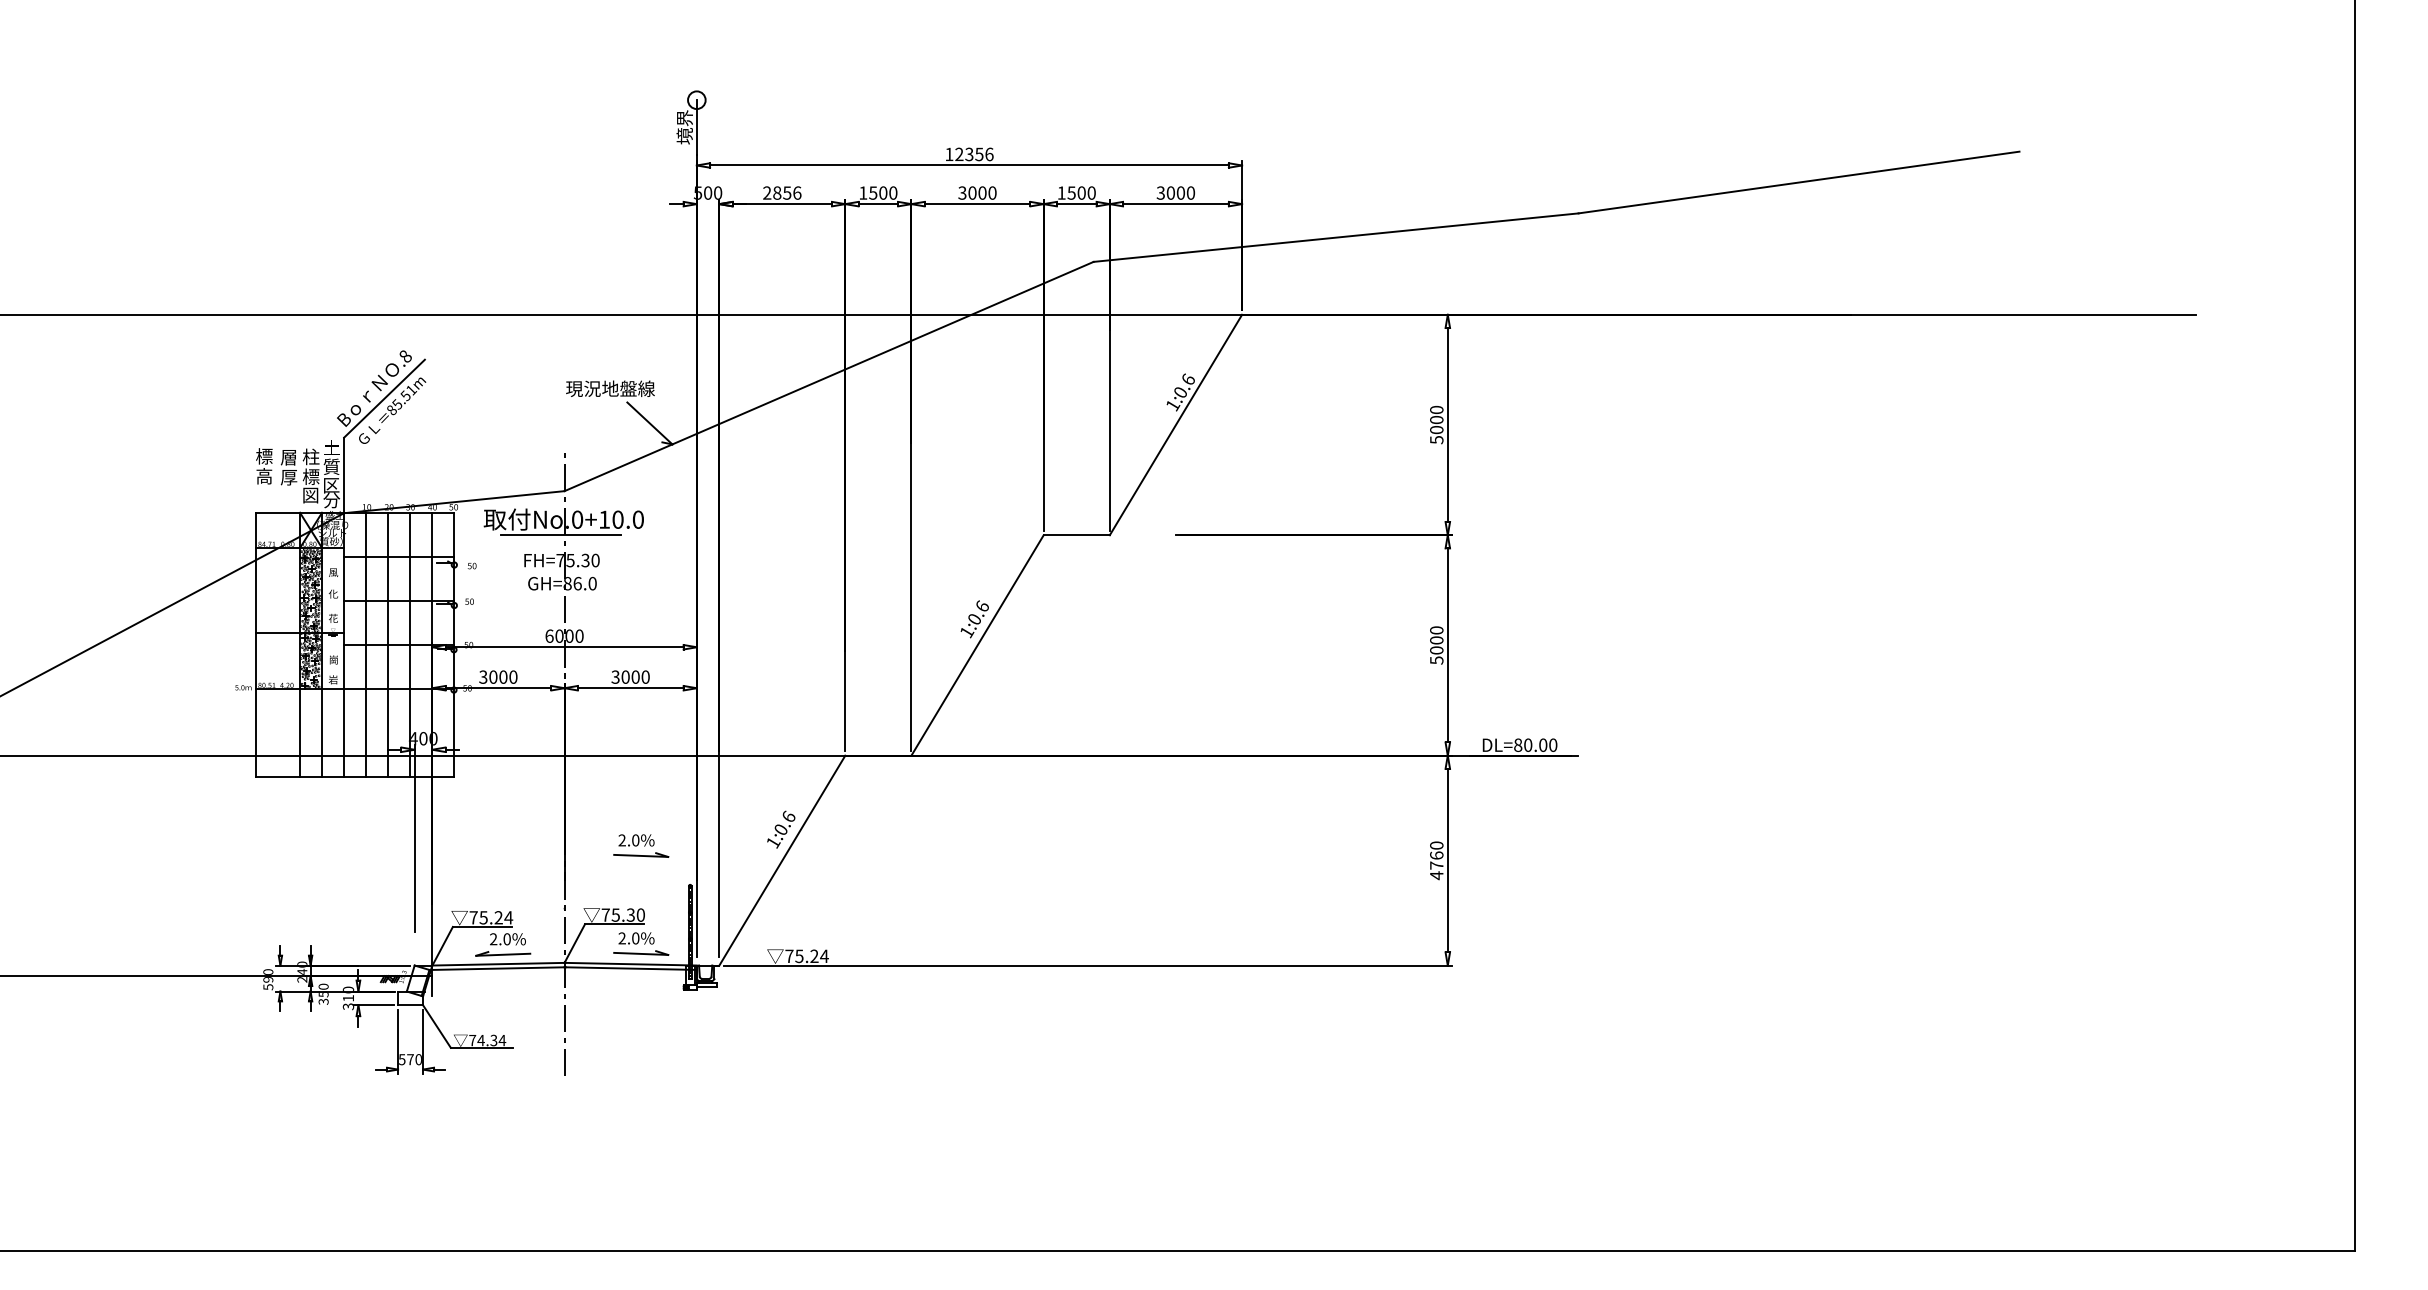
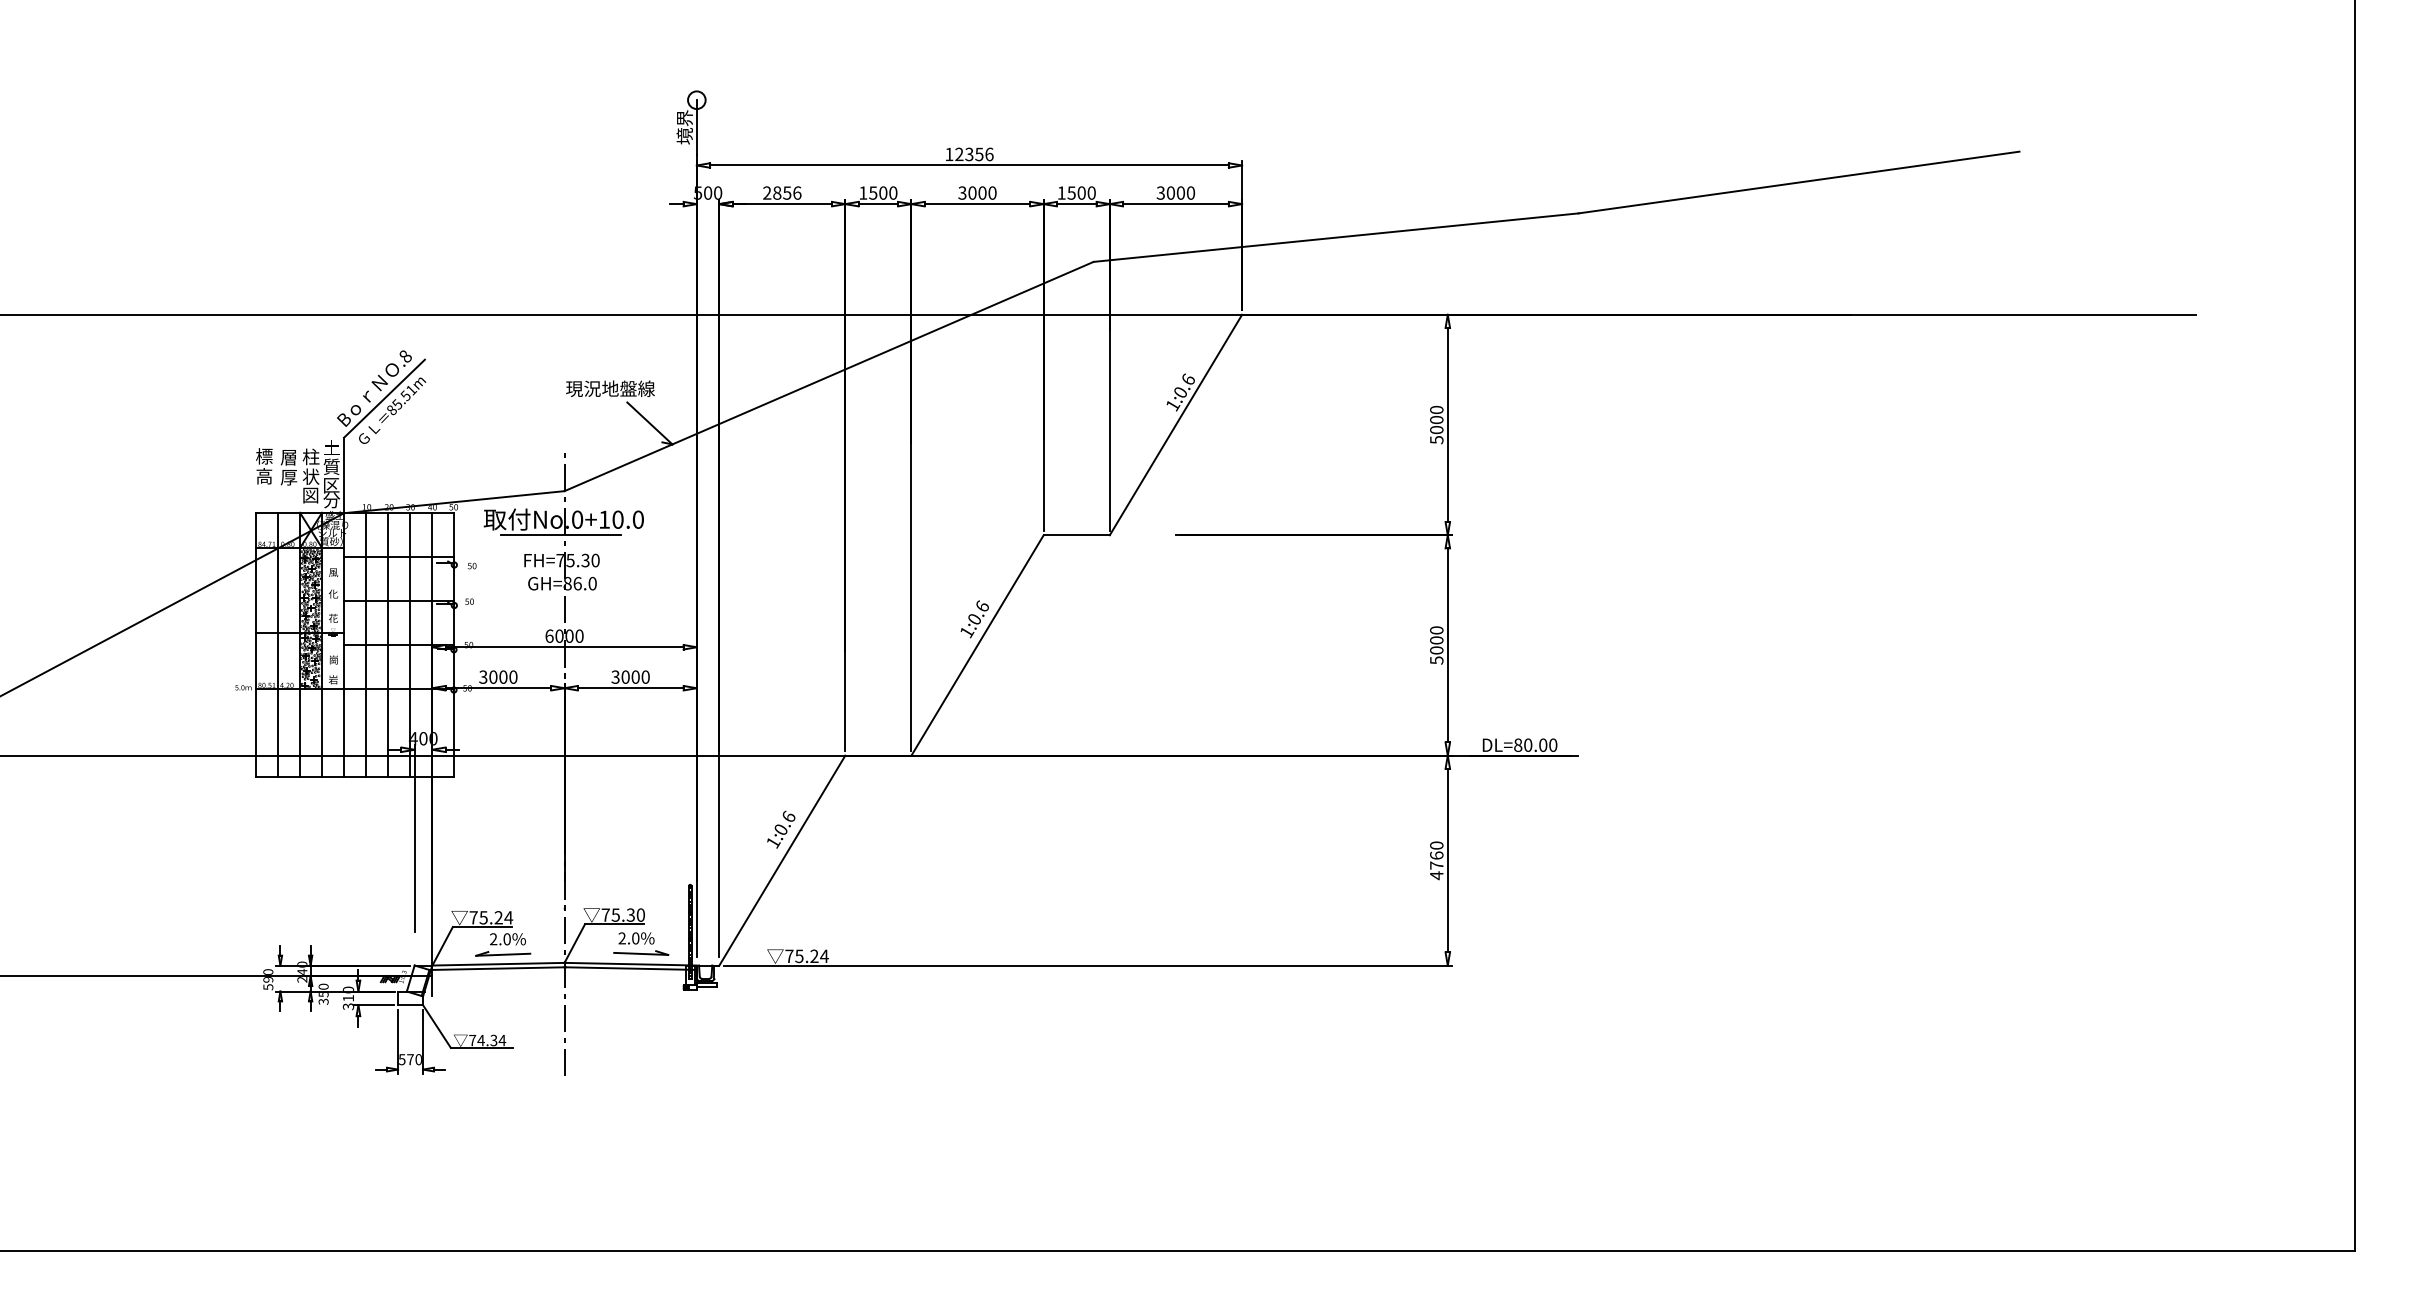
text at (311, 476): 標 -> 状
line at (278, 644): none -> present
part at (641, 845): present -> none
